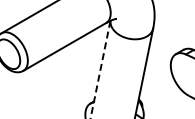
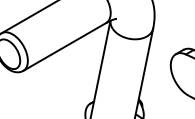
line at (100, 69): dashed -> solid
